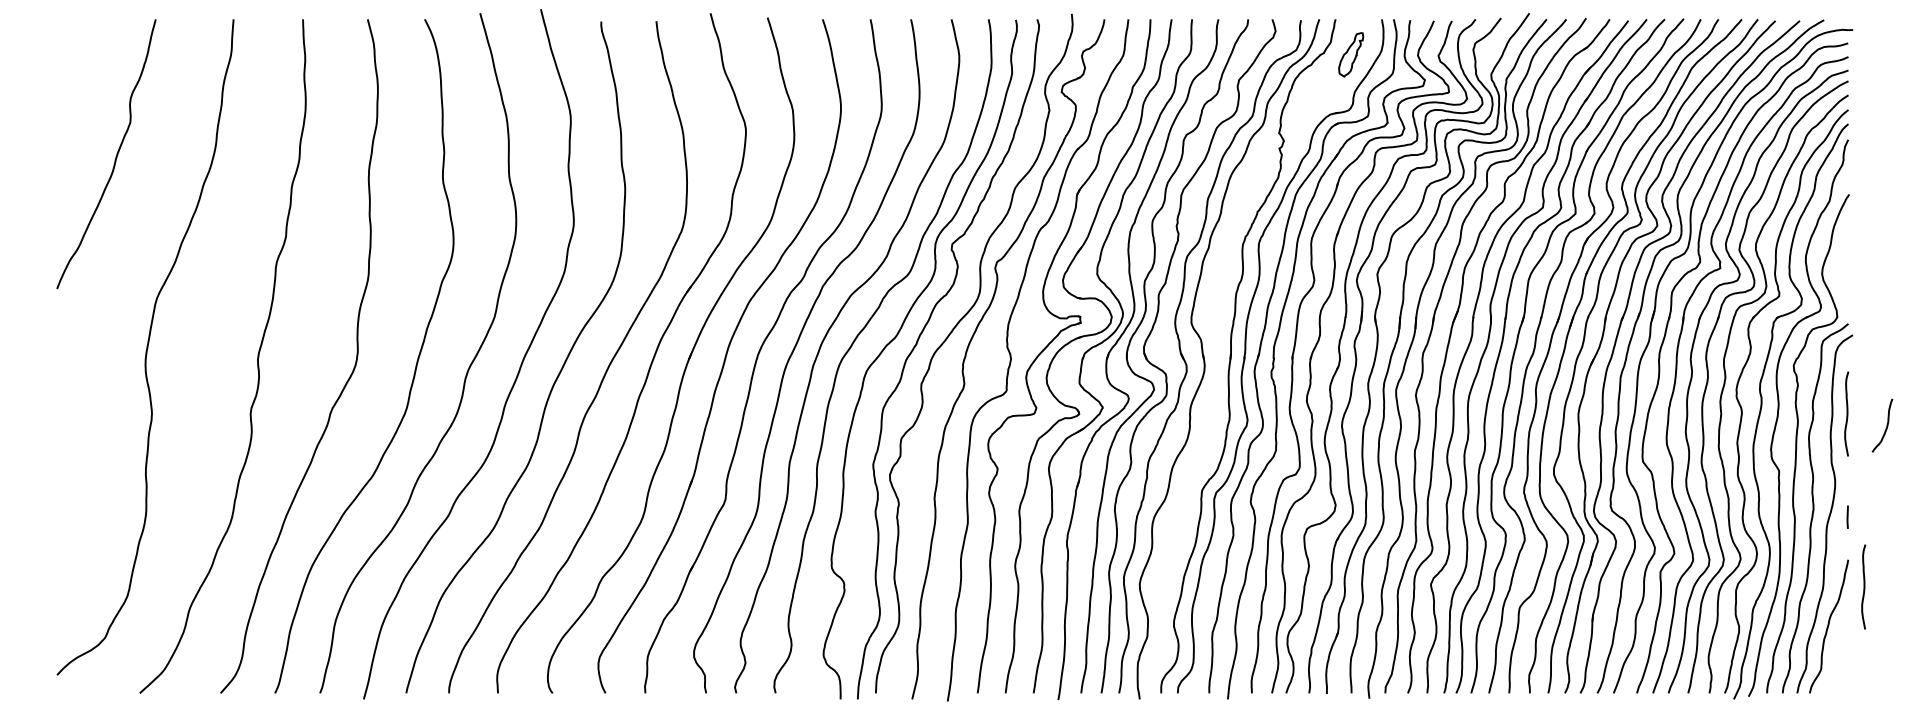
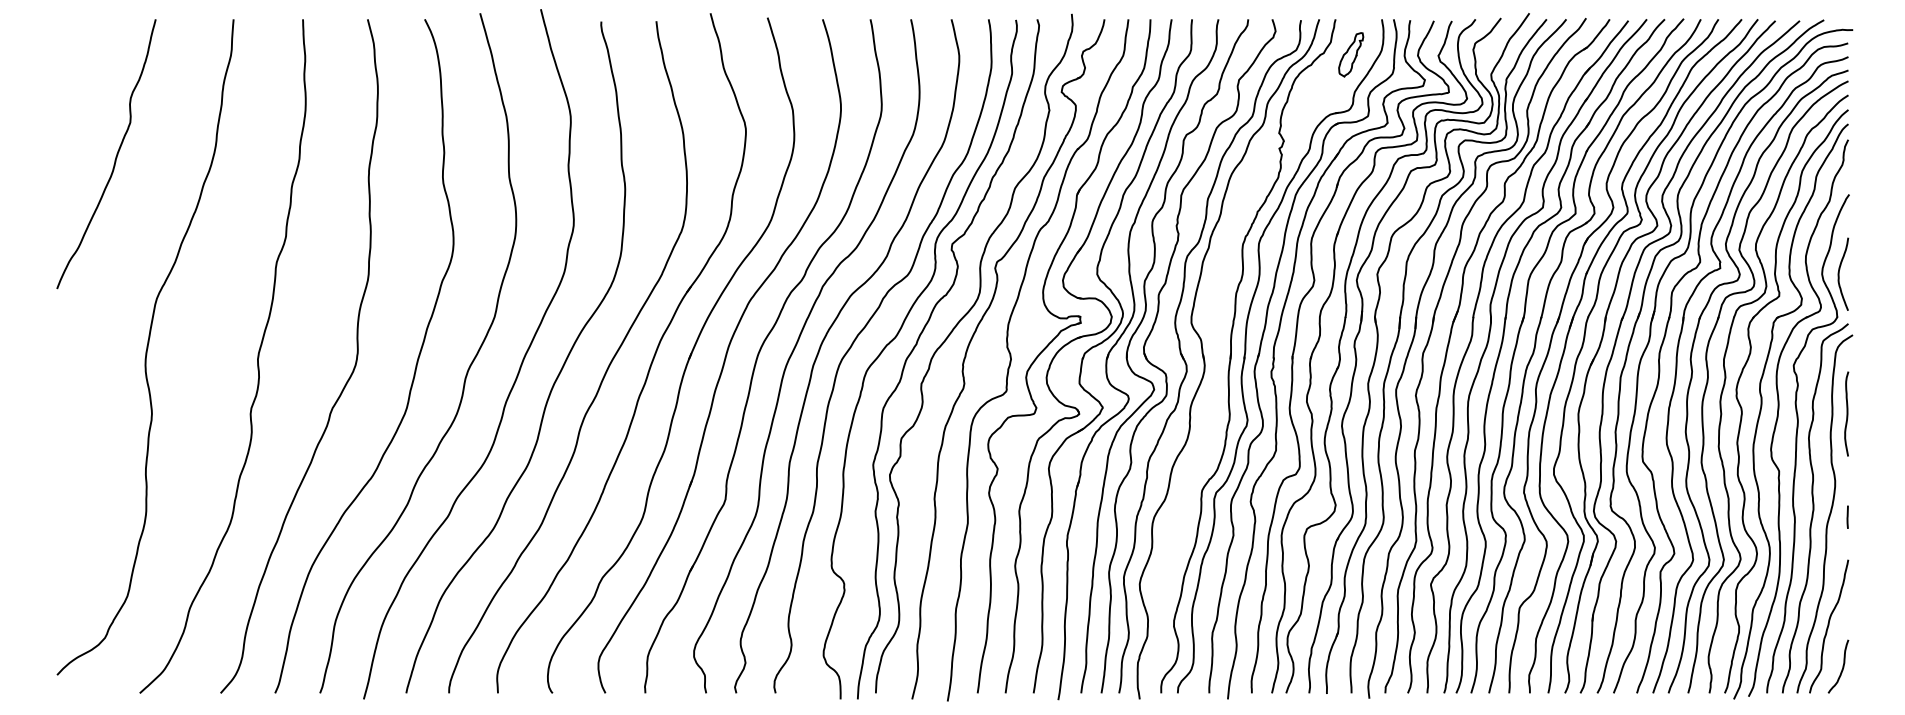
curve at (1839, 273): none -> present
curve at (1886, 425) position: (1886, 425) -> (1842, 666)
curve at (1863, 586): present -> none
